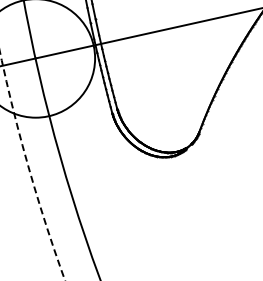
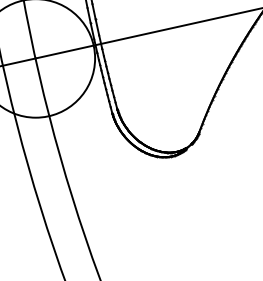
circle at (32, 166): dashed -> solid
